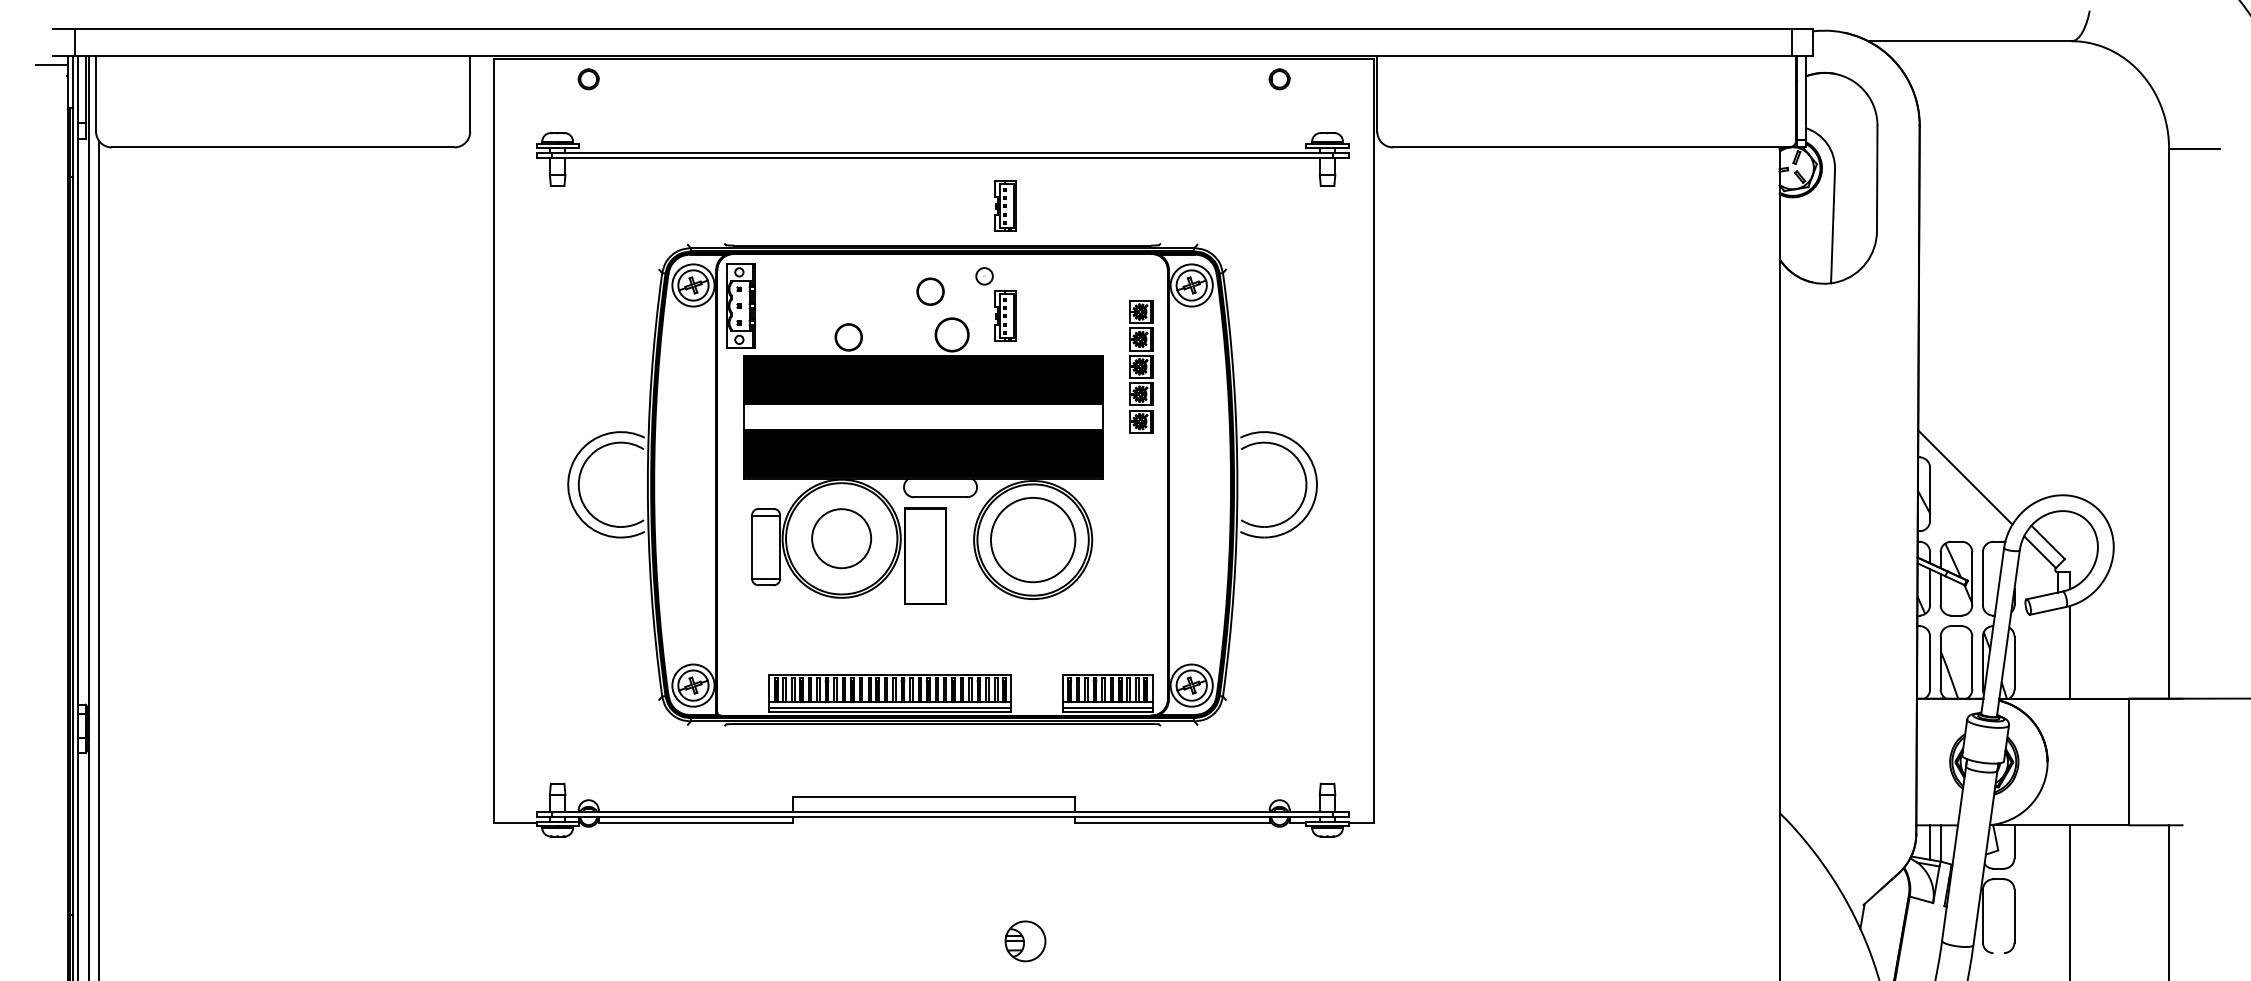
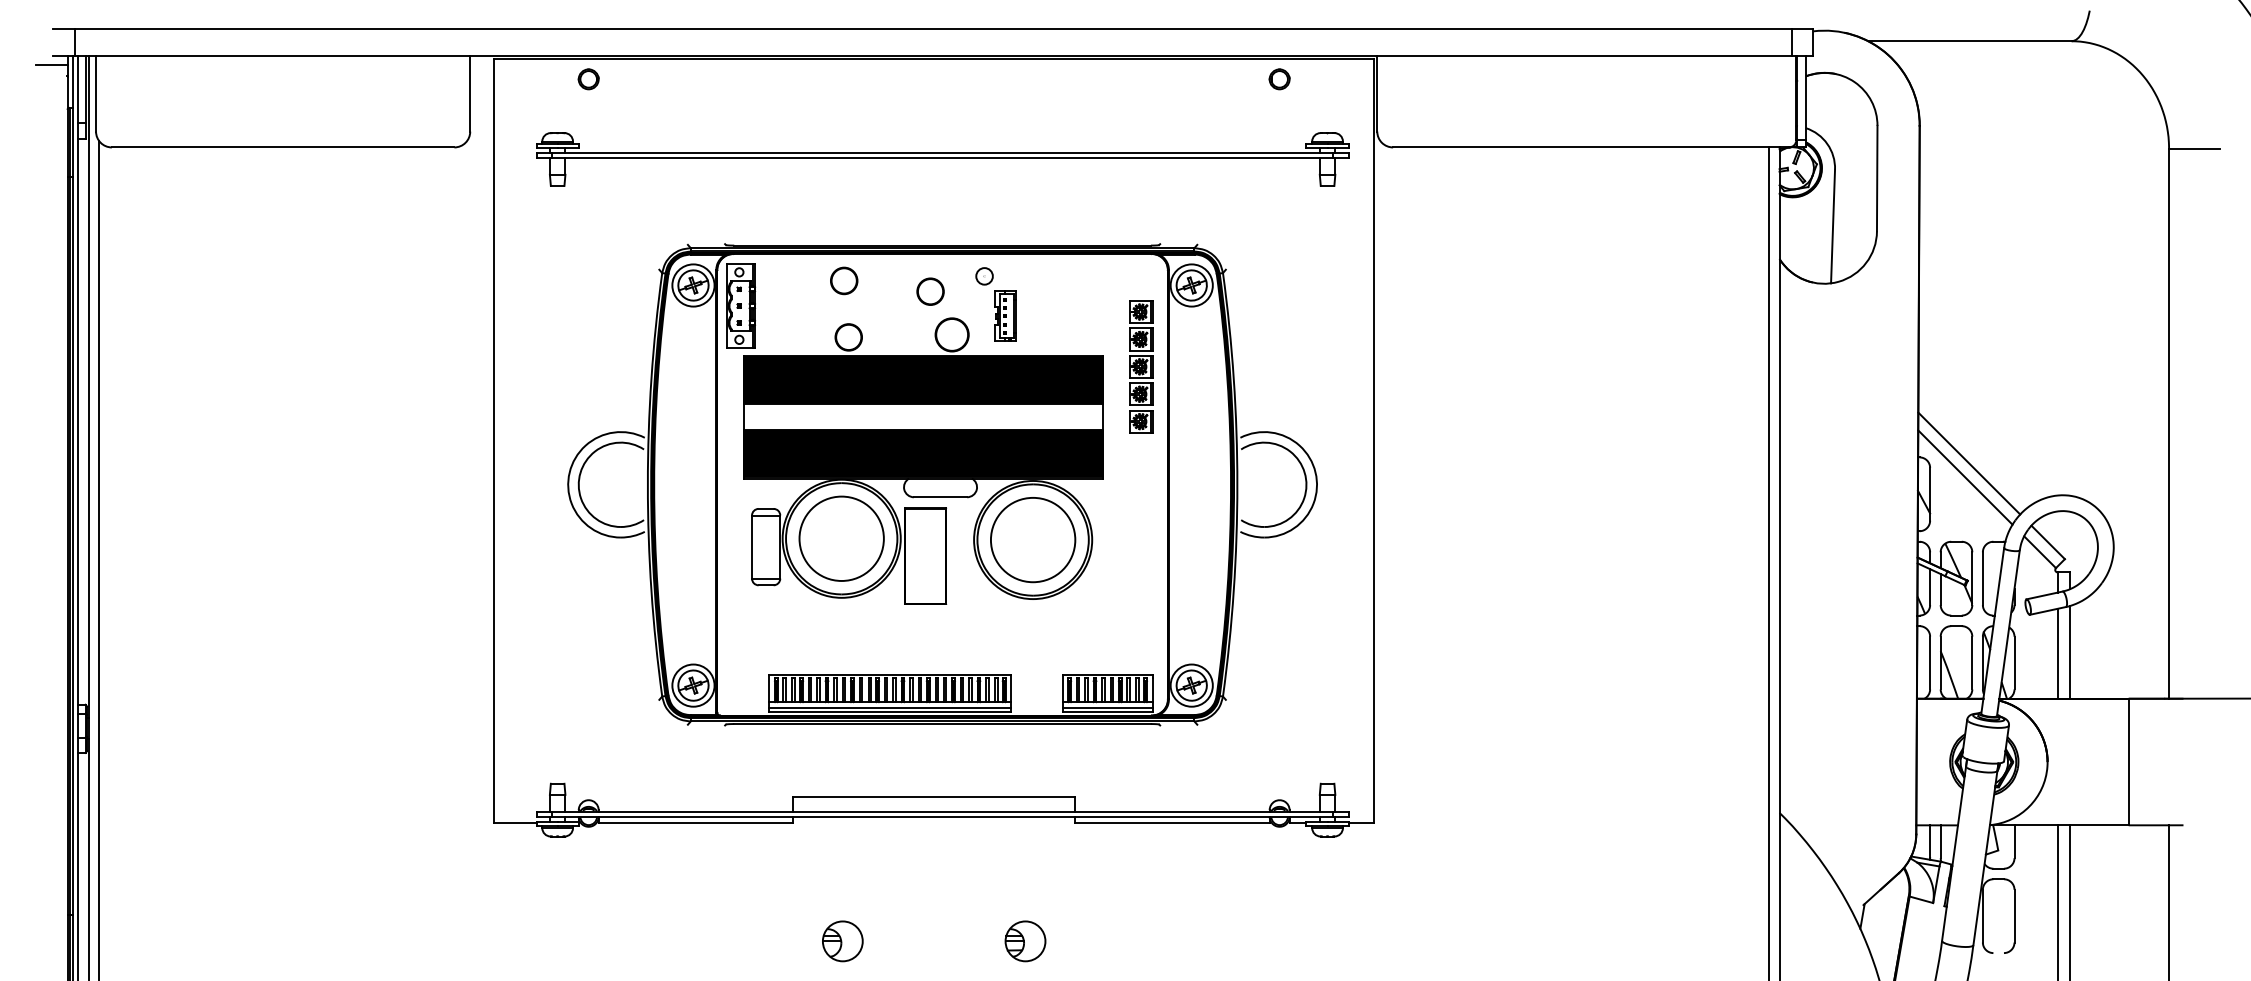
part at (1005, 205): present -> none
part at (844, 280): none -> present
line at (1969, 463): none -> present
circle at (841, 538) size: 62x62 px -> 87x87 px
line at (1768, 562): none -> present
line at (2057, 653): none -> present
line at (2057, 901): none -> present
part at (842, 941): none -> present
